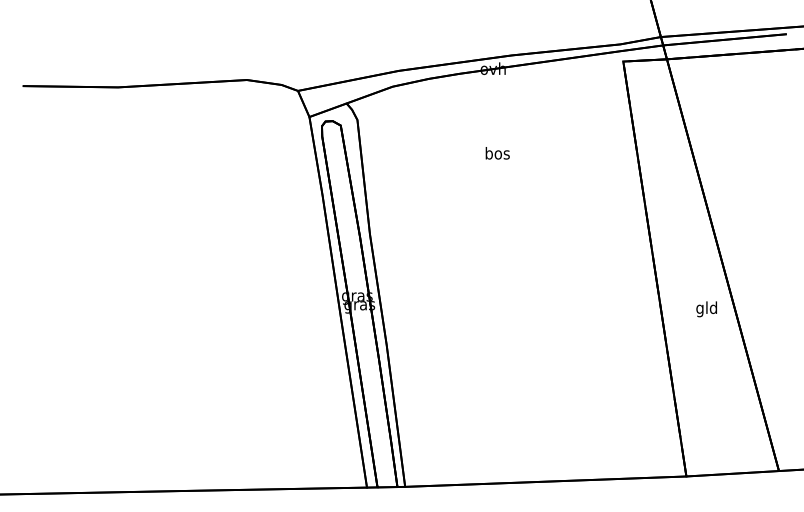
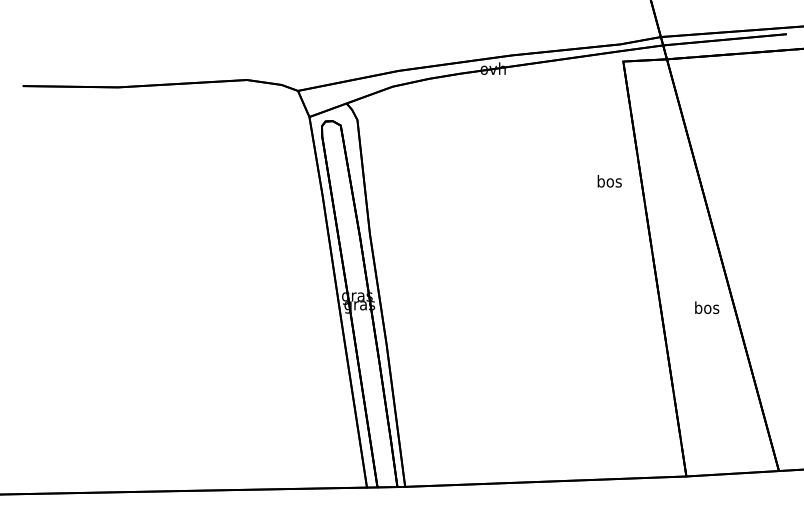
text at (497, 153) position: (497, 153) -> (609, 181)
text at (707, 309): gld -> bos
